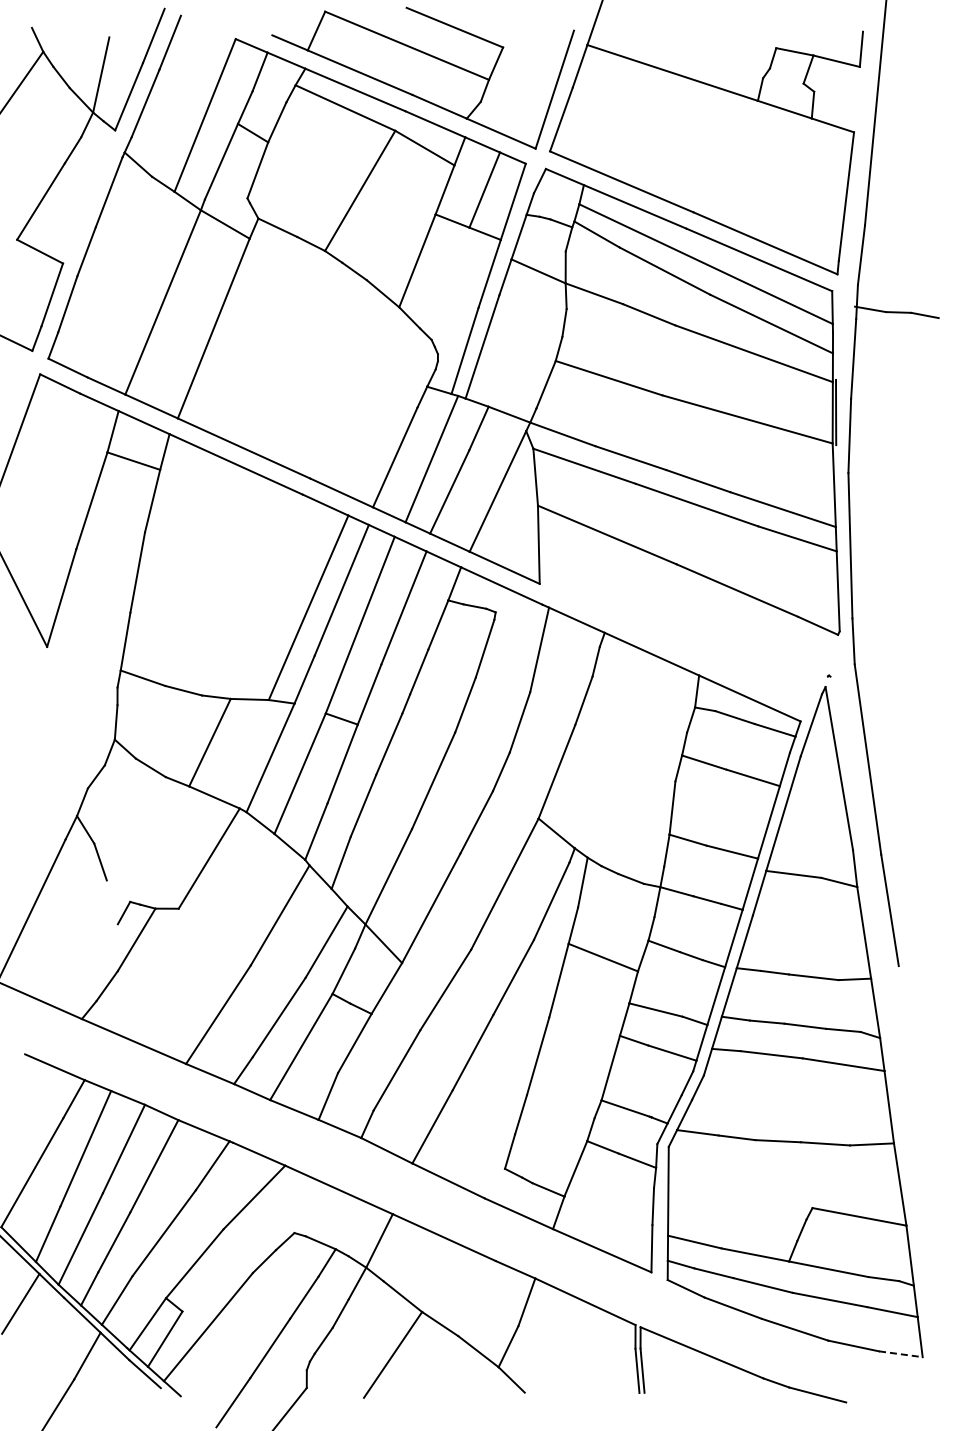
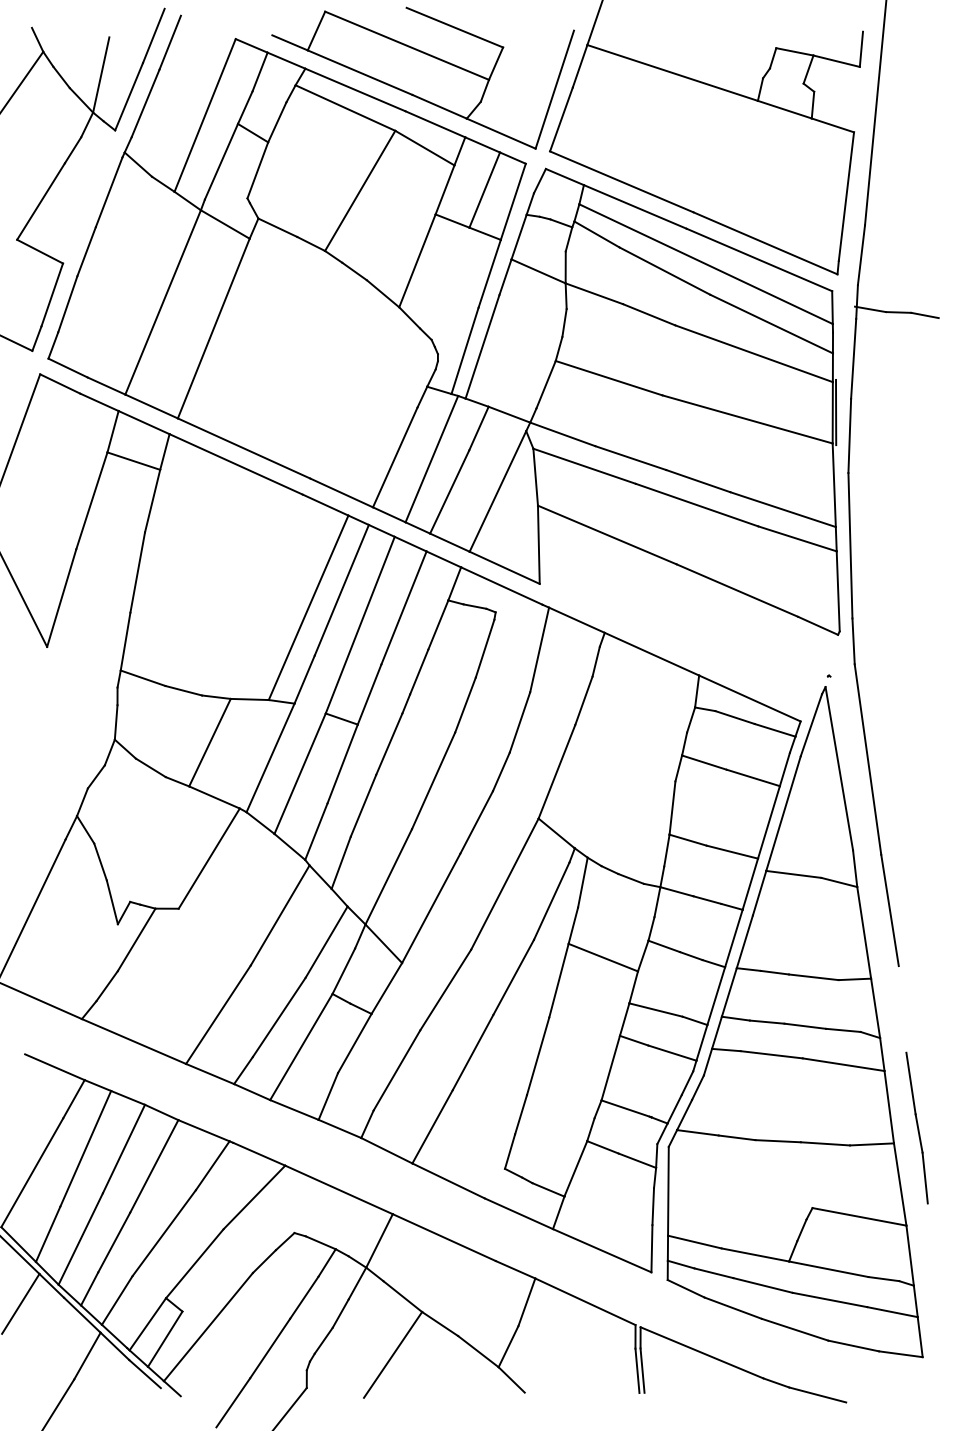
line at (111, 902): none -> present
part at (916, 1127): none -> present
line at (901, 1354): dashed -> solid
